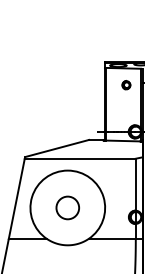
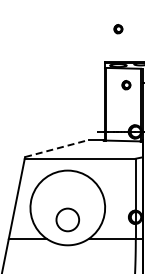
part at (118, 29): none -> present
line at (57, 148): solid -> dashed
circle at (67, 207) position: (67, 207) -> (67, 219)
